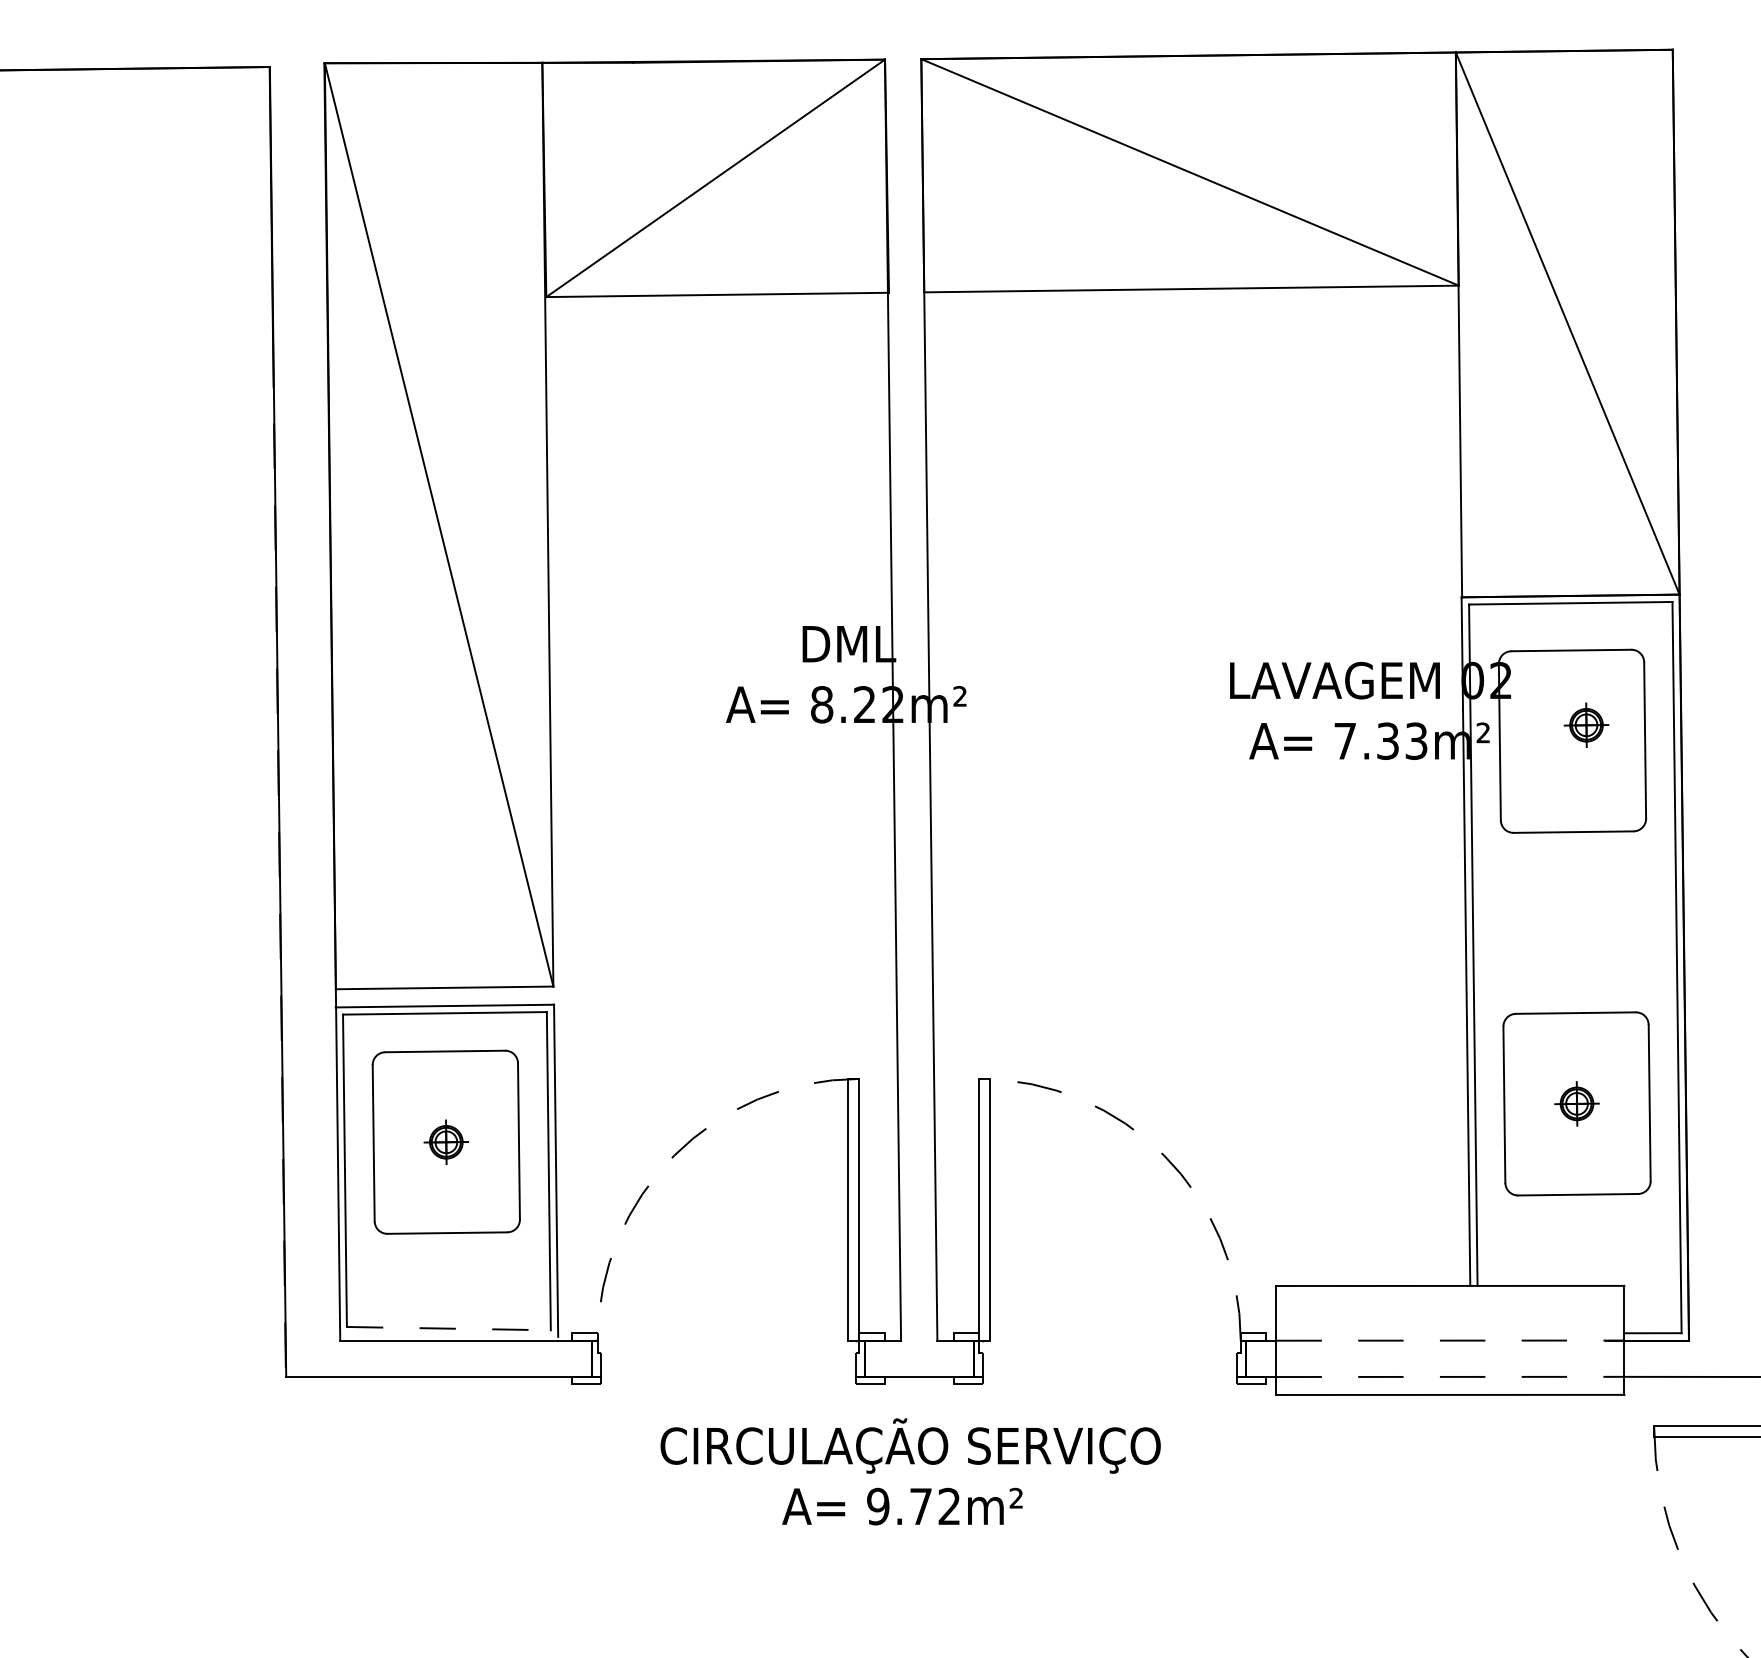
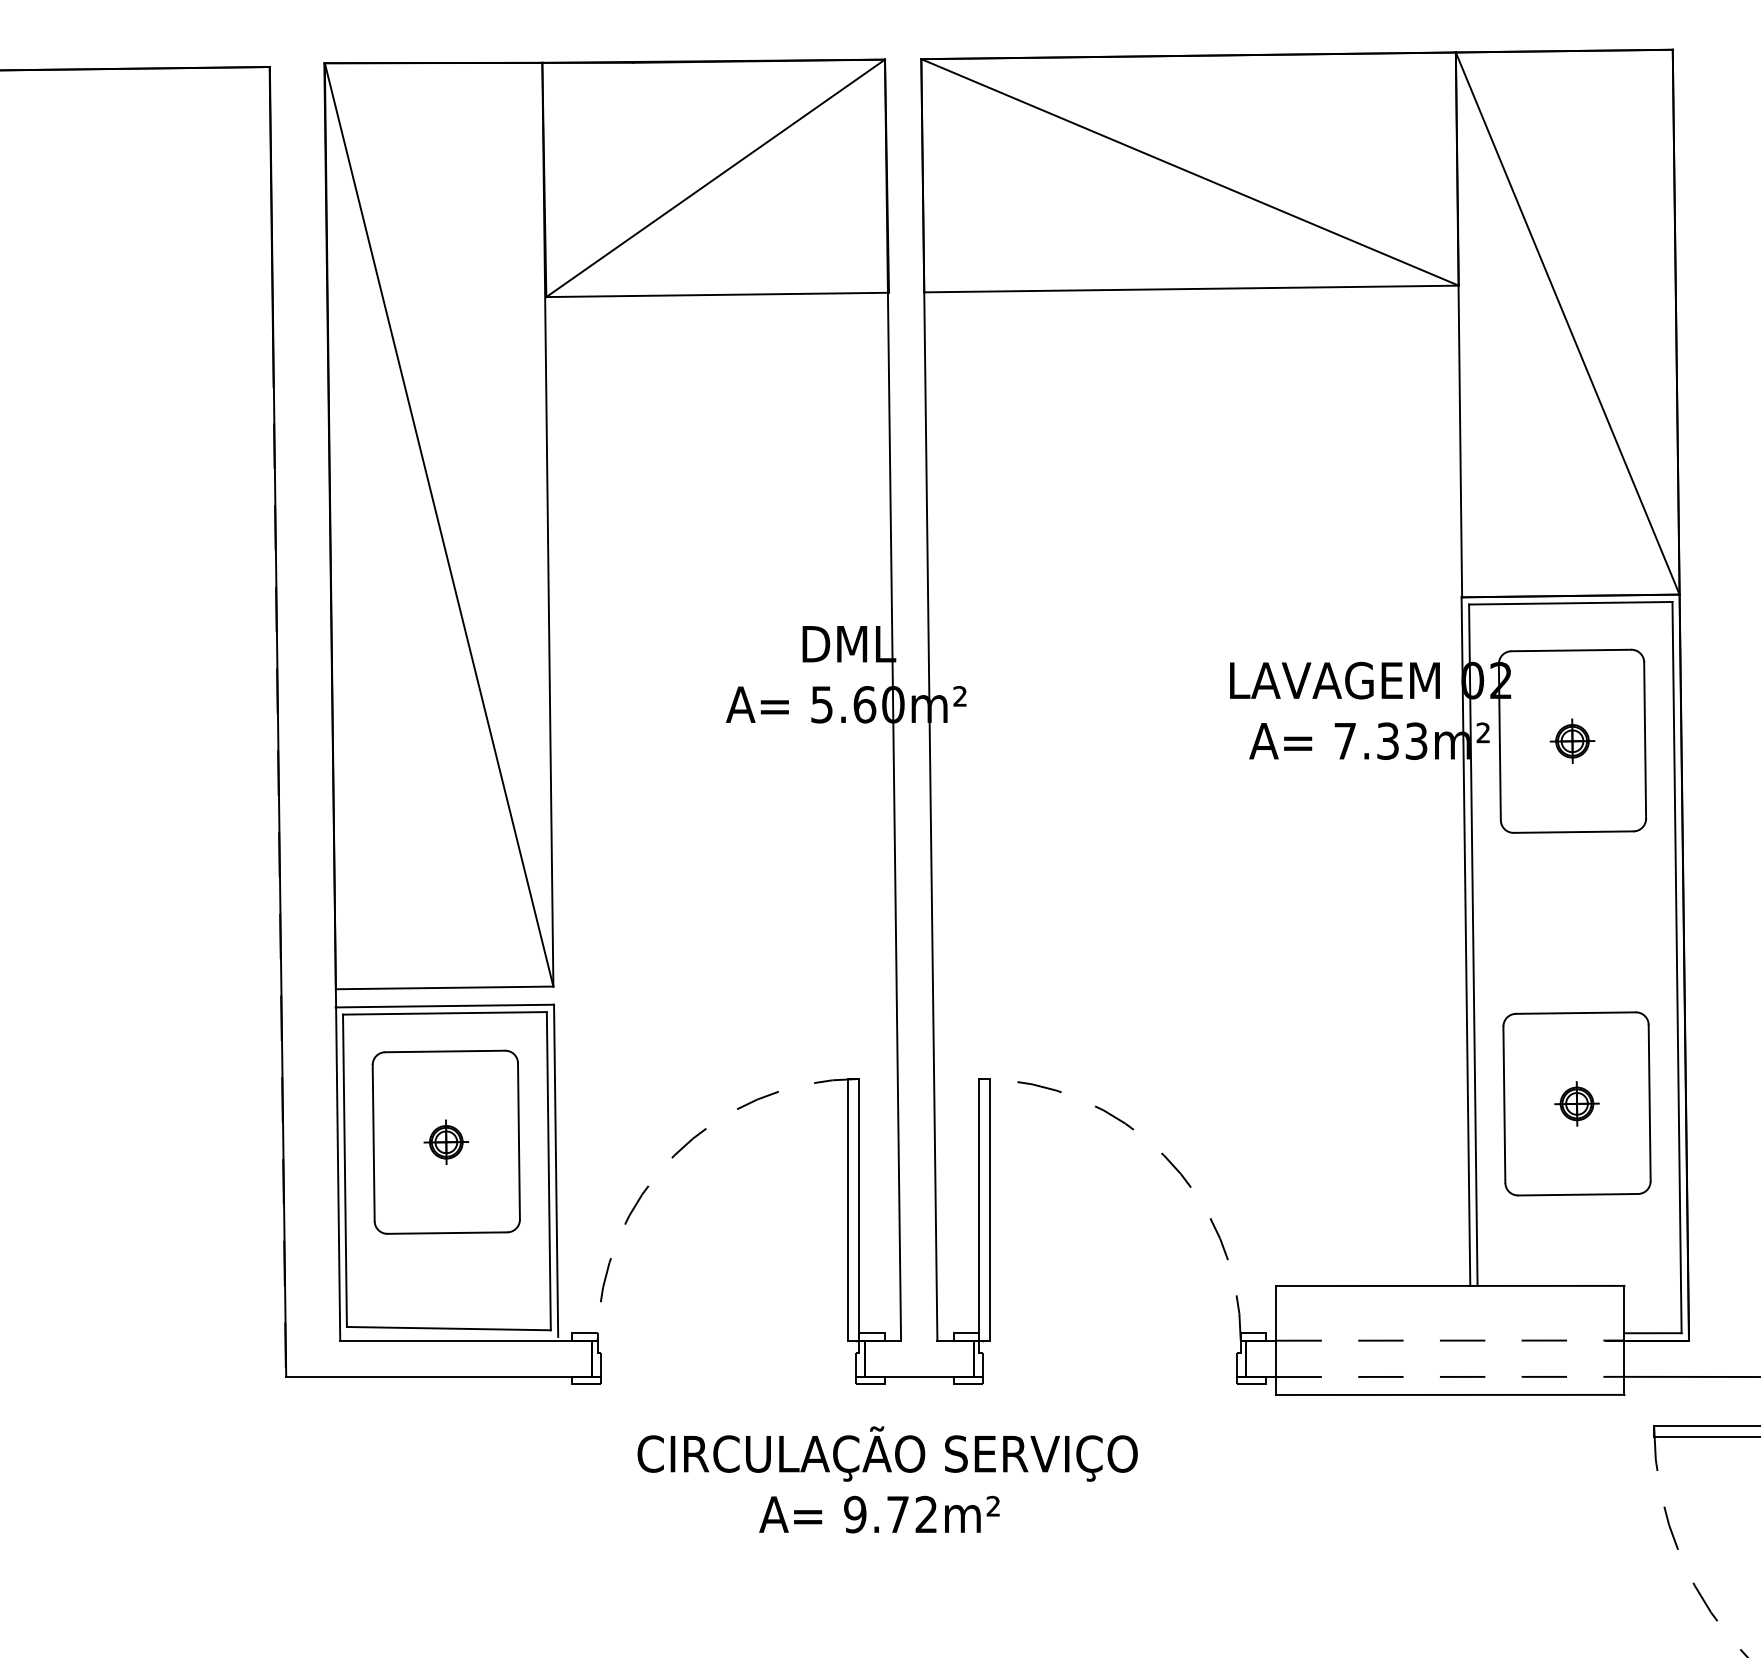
text at (857, 704): 8.22m² -> 5.60m²
part at (1586, 724) position: (1586, 724) -> (1572, 740)
line at (448, 1328): dashed -> solid
text at (910, 1471) position: (910, 1471) -> (887, 1479)
